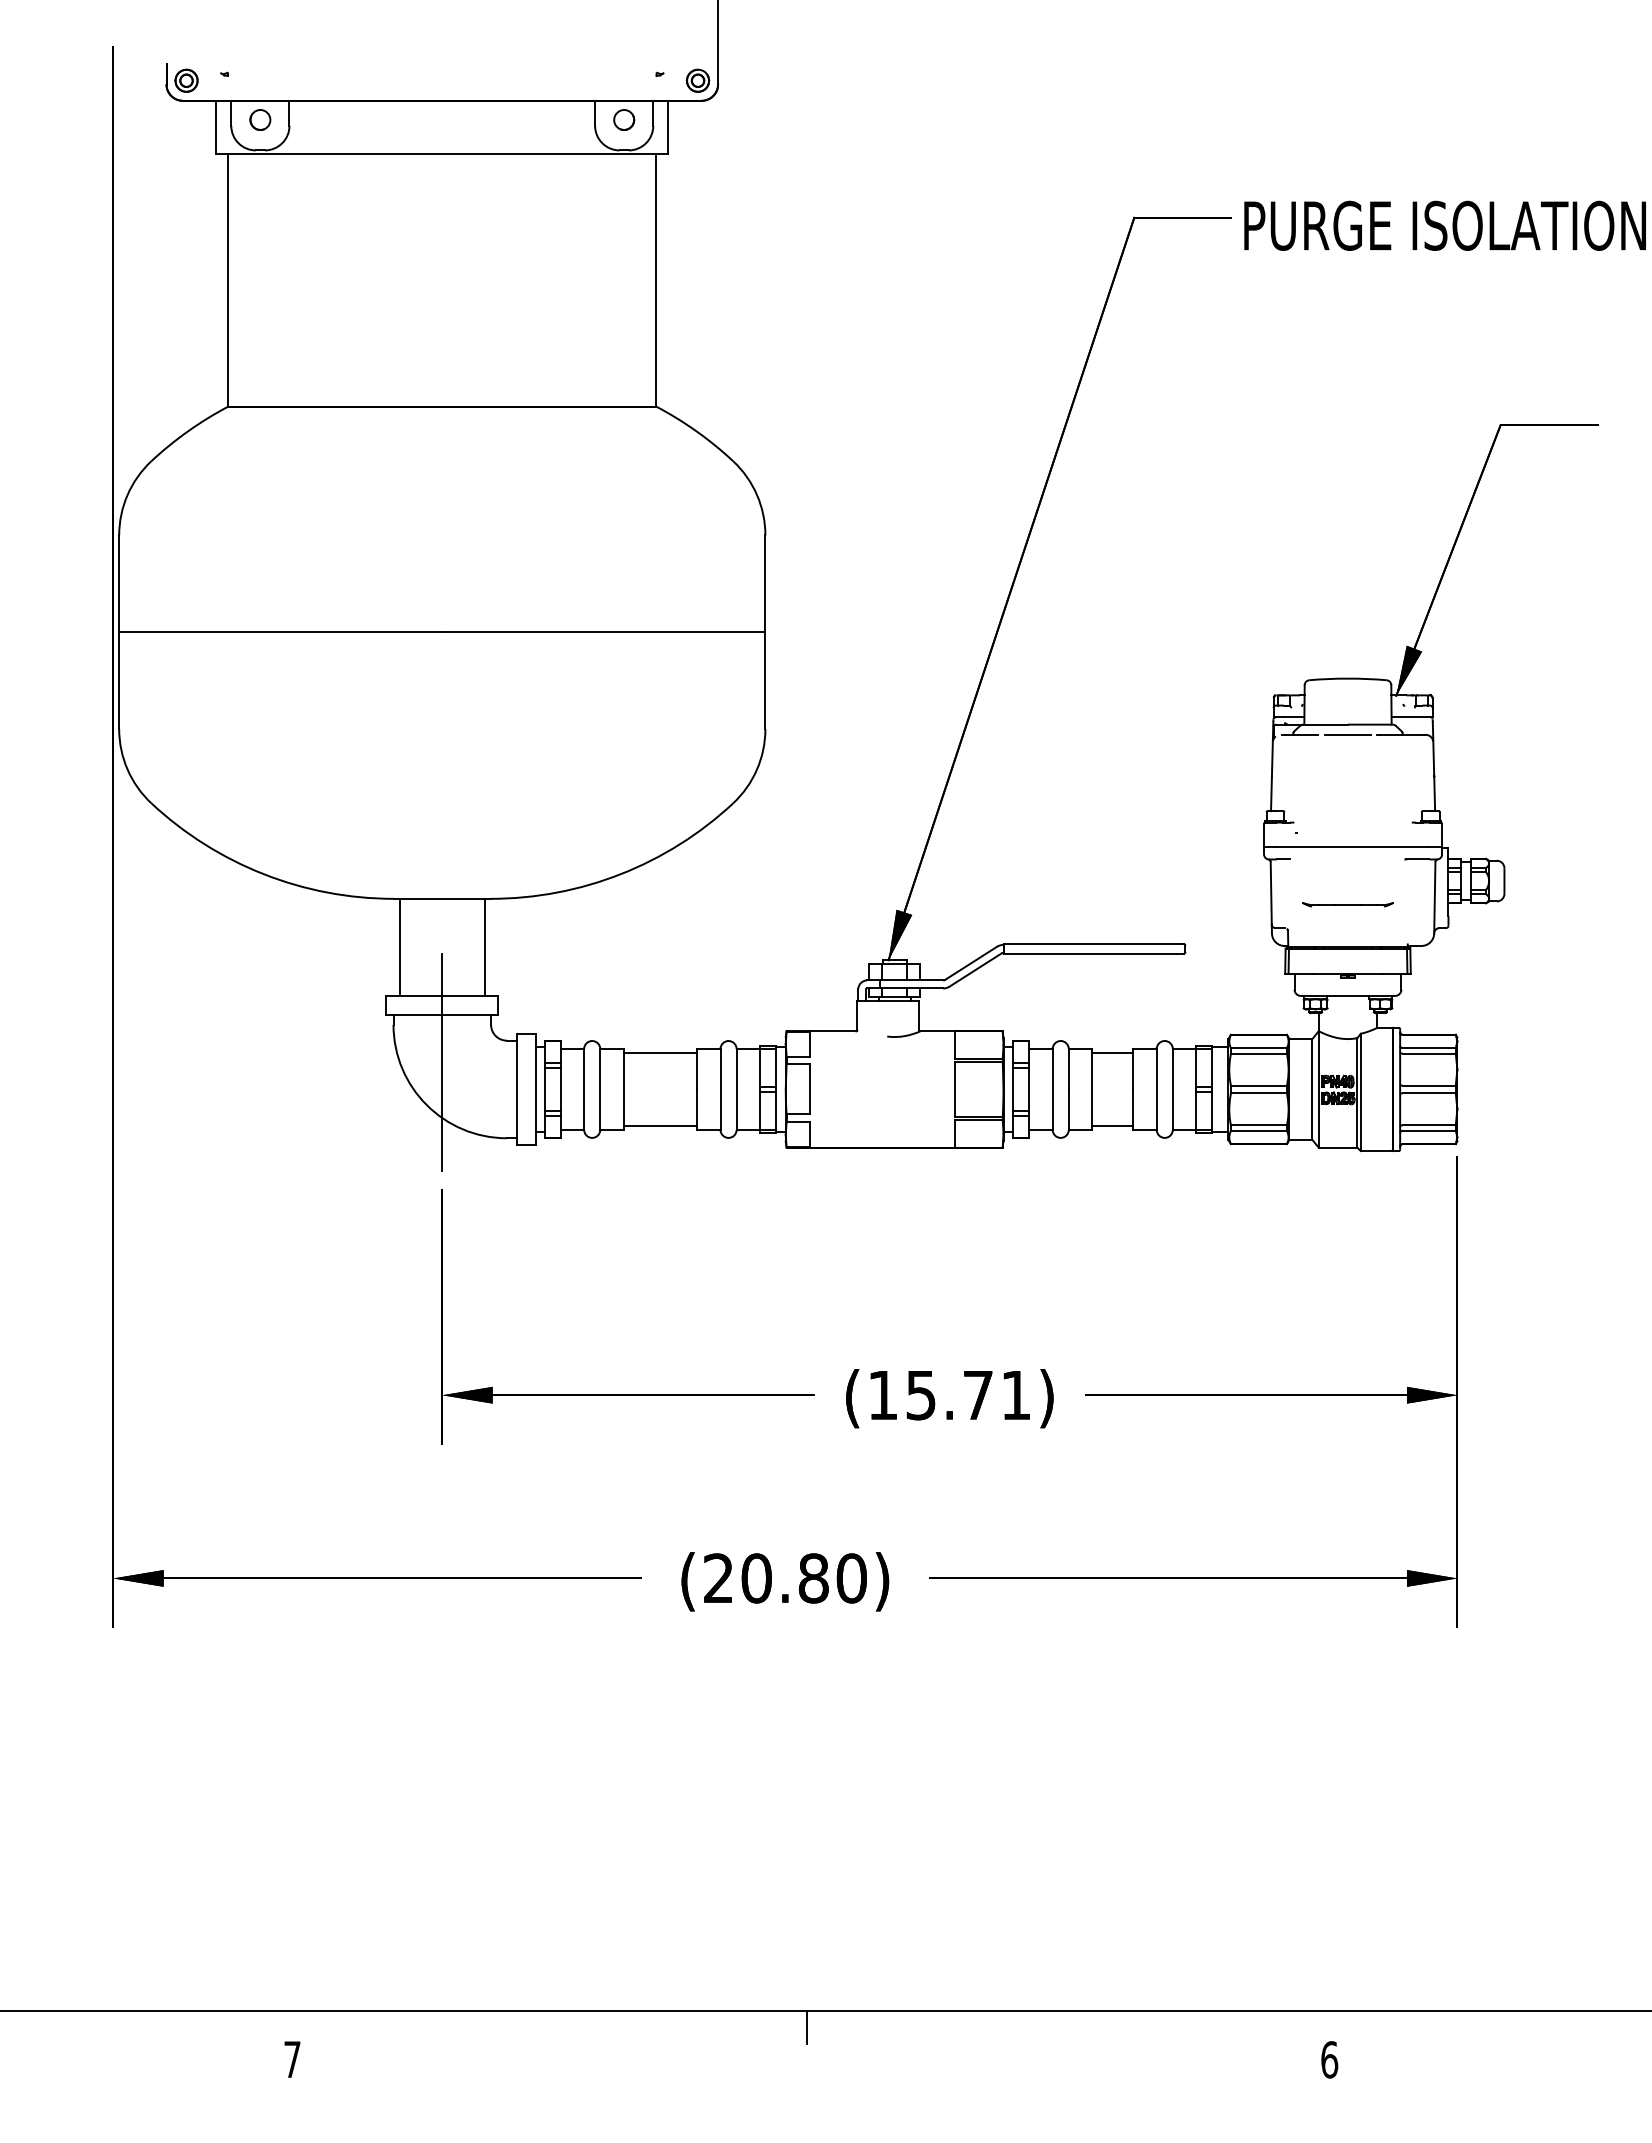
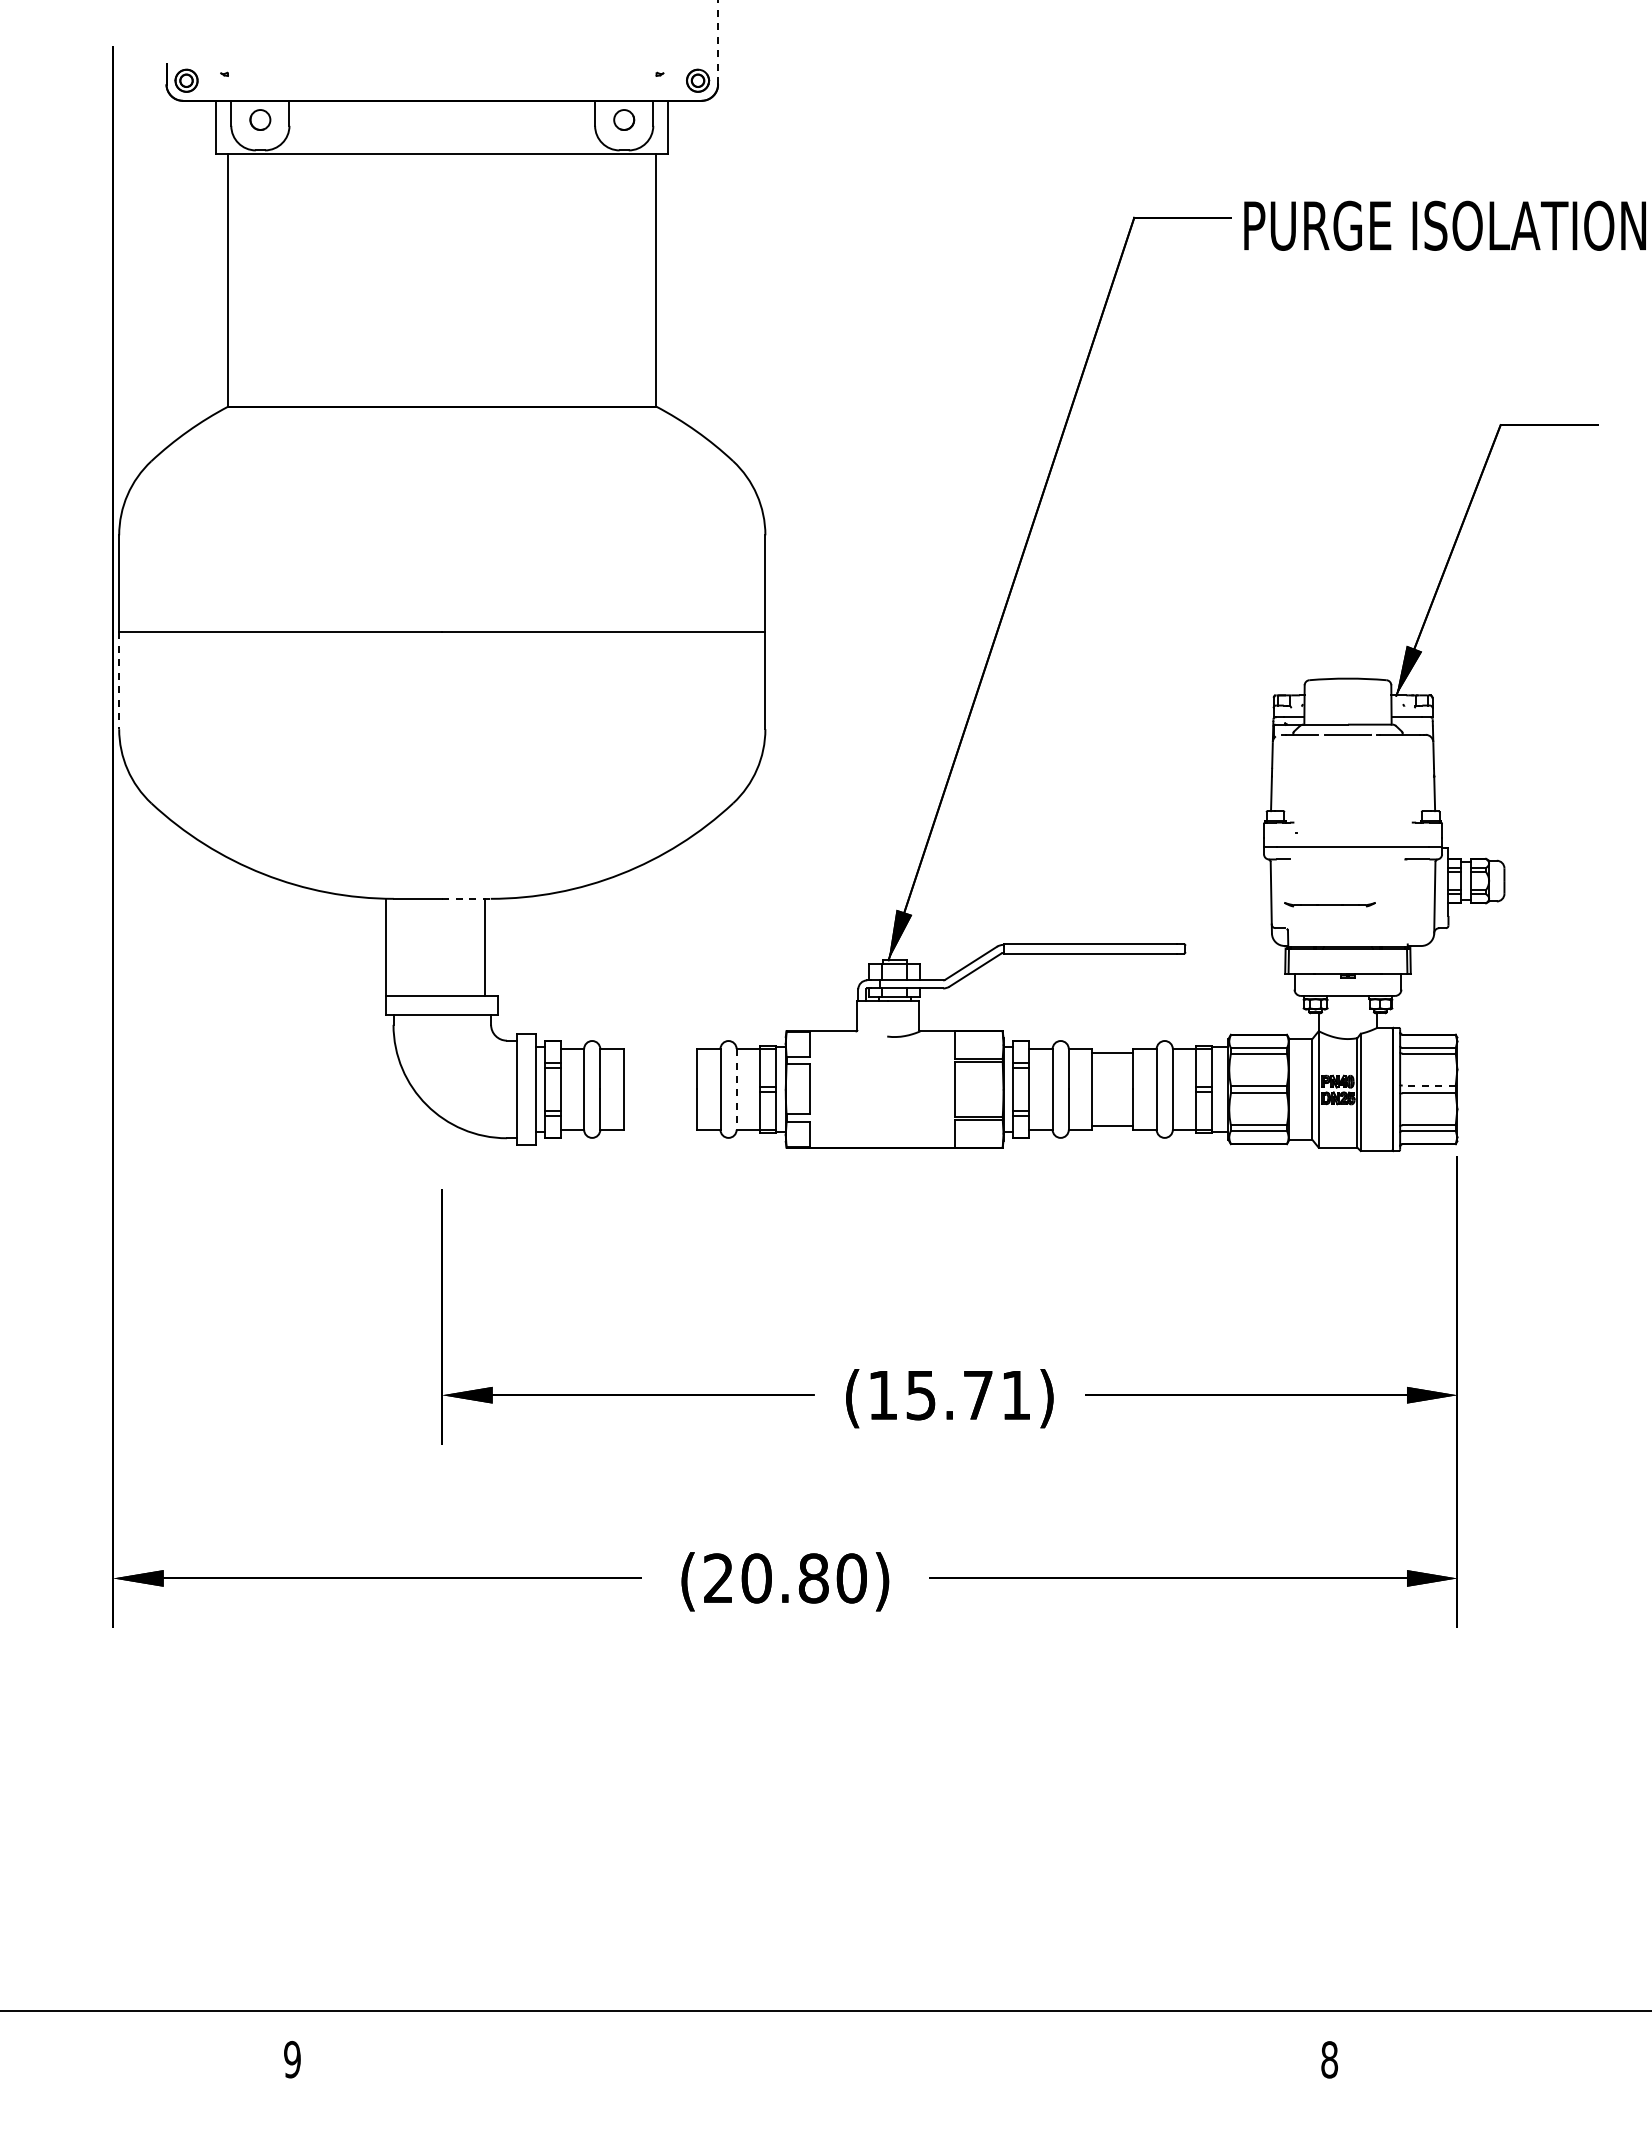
line at (718, 42): solid -> dashed
line at (119, 681): solid -> dashed
line at (467, 898): solid -> dashed
part at (1347, 904) position: (1347, 904) -> (1329, 904)
line at (399, 946) position: (399, 946) -> (385, 946)
line at (660, 1052): present -> none
line at (442, 1062): present -> none
line at (1429, 1085): solid -> dashed
line at (736, 1089): solid -> dashed
line at (660, 1125): present -> none
line at (807, 2026): present -> none
text at (292, 2059): 7 -> 9
text at (1329, 2059): 6 -> 8
